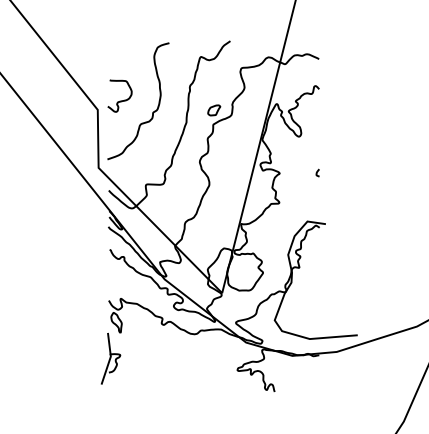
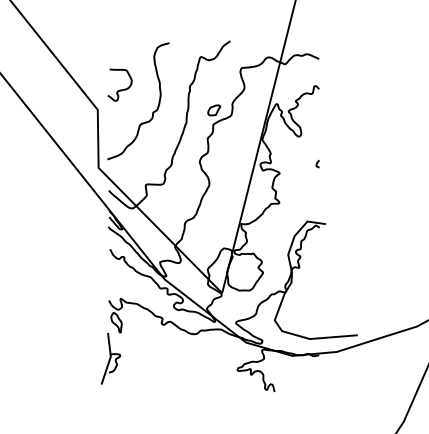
curve at (119, 100) position: (119, 100) -> (119, 89)
curve at (317, 172) position: (317, 172) -> (317, 163)
